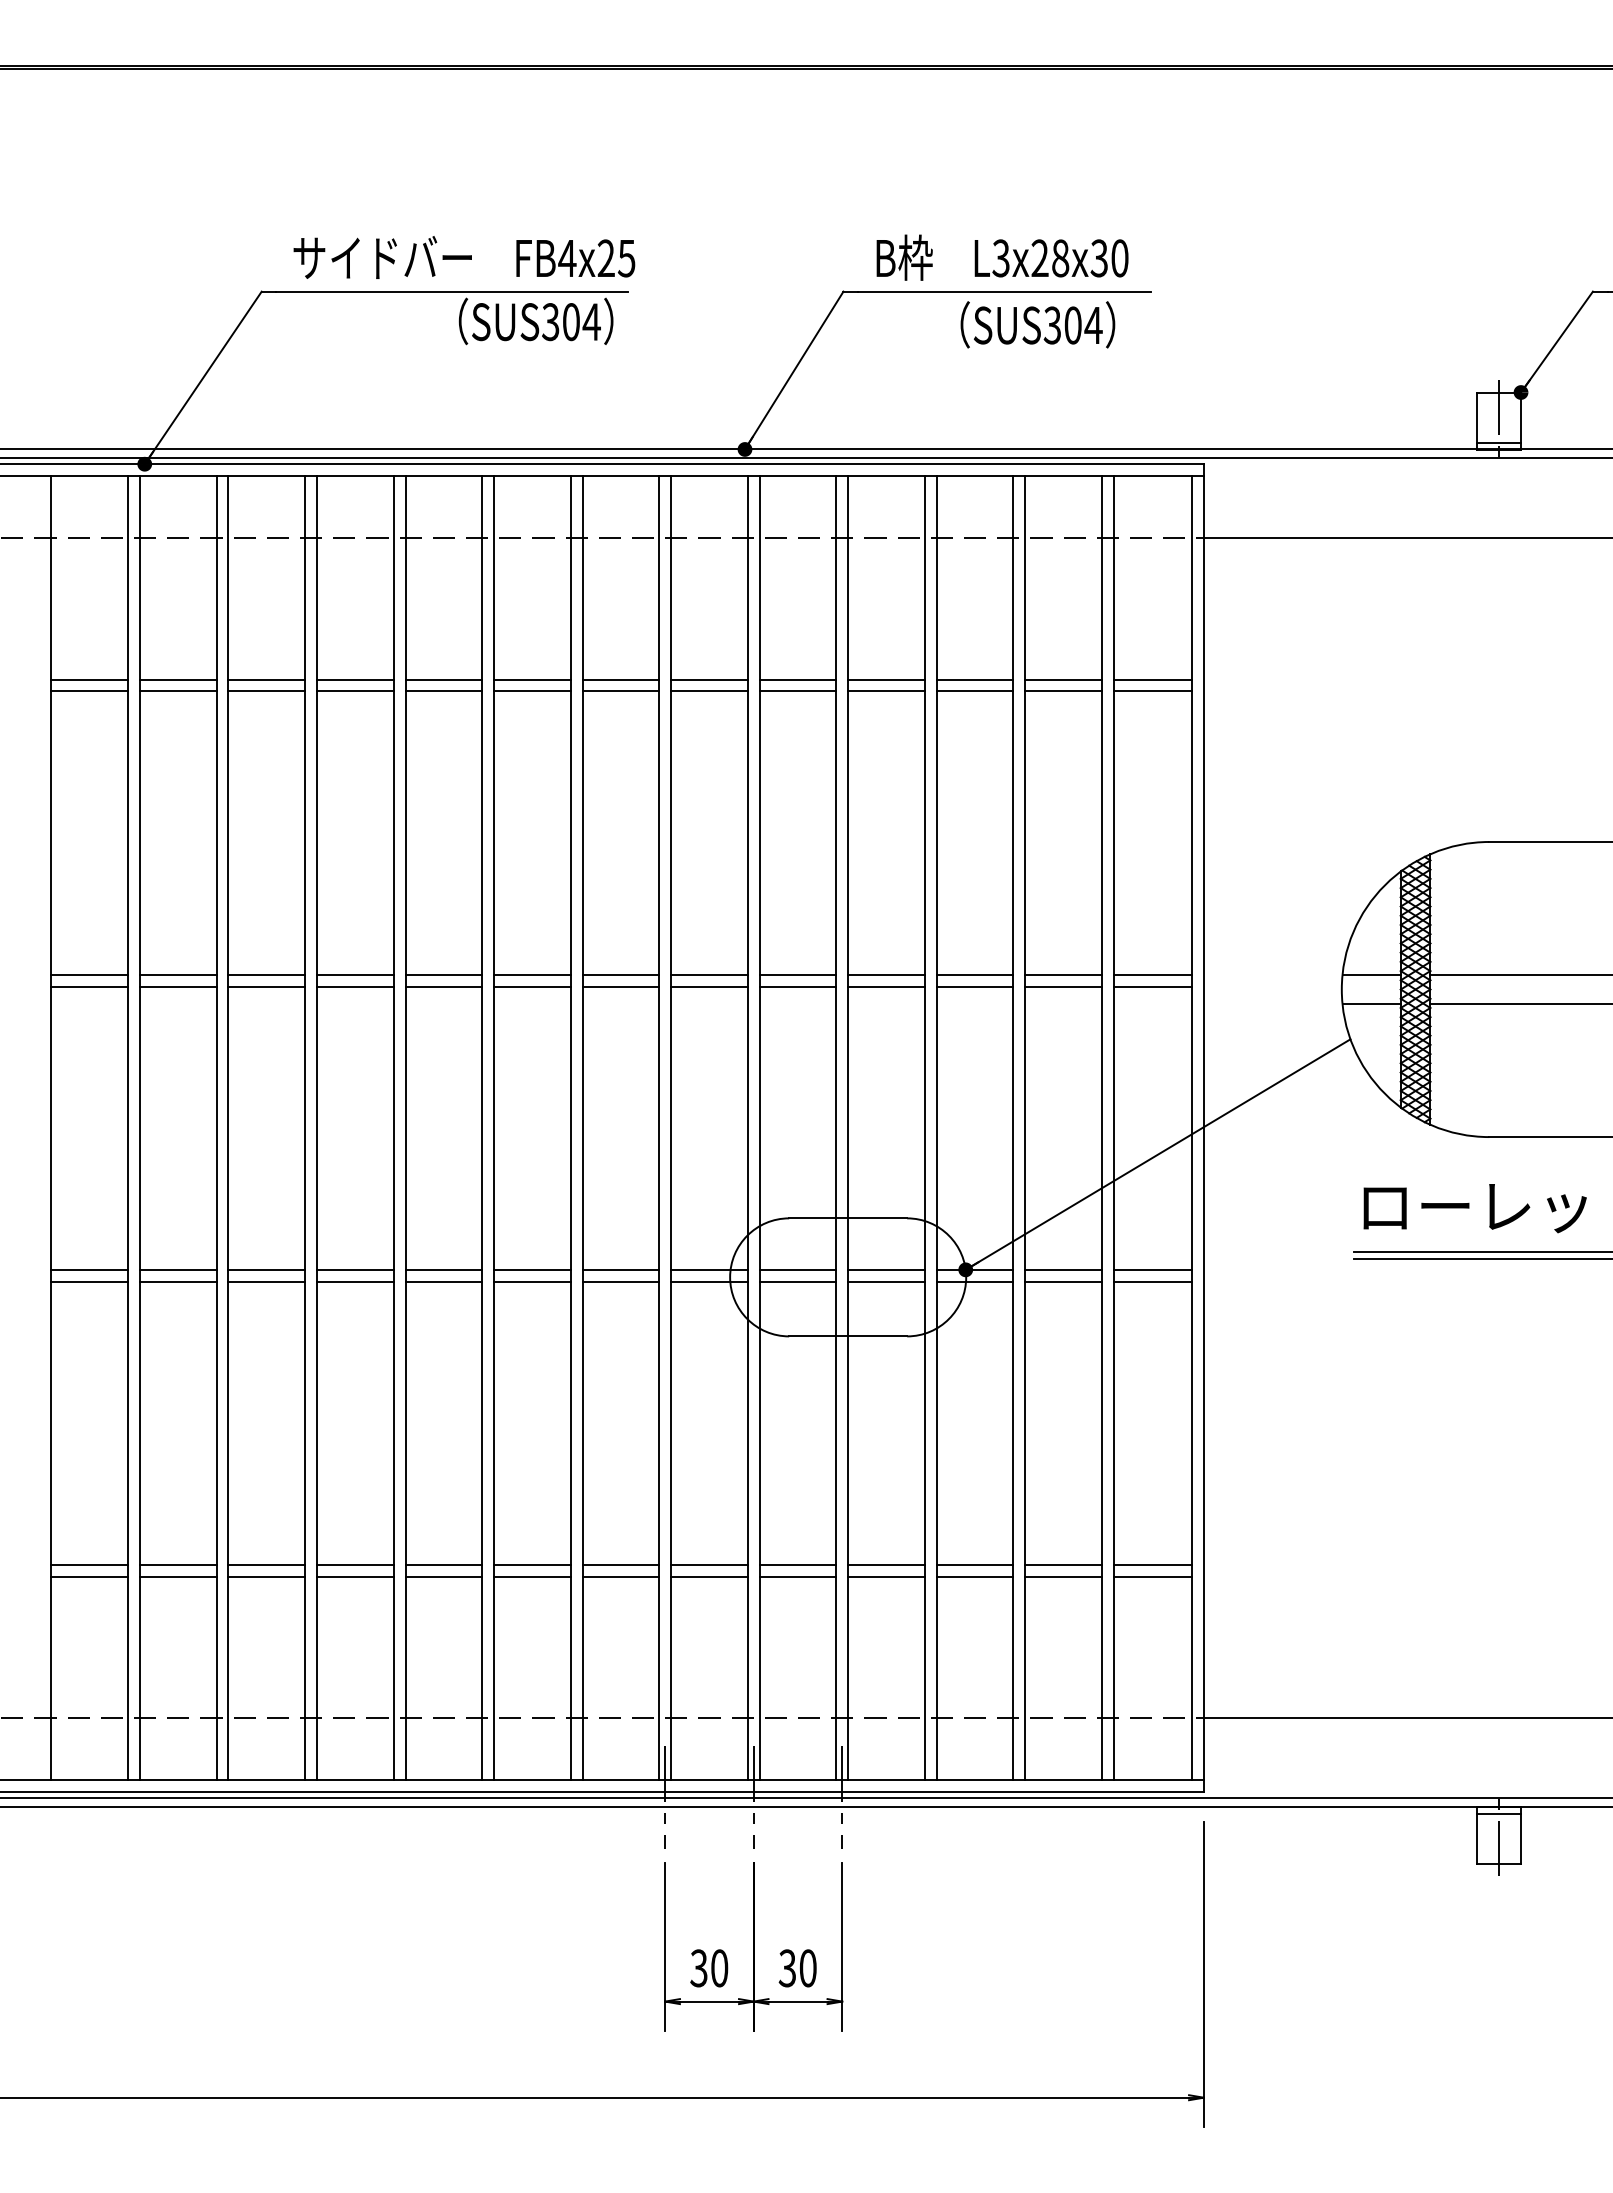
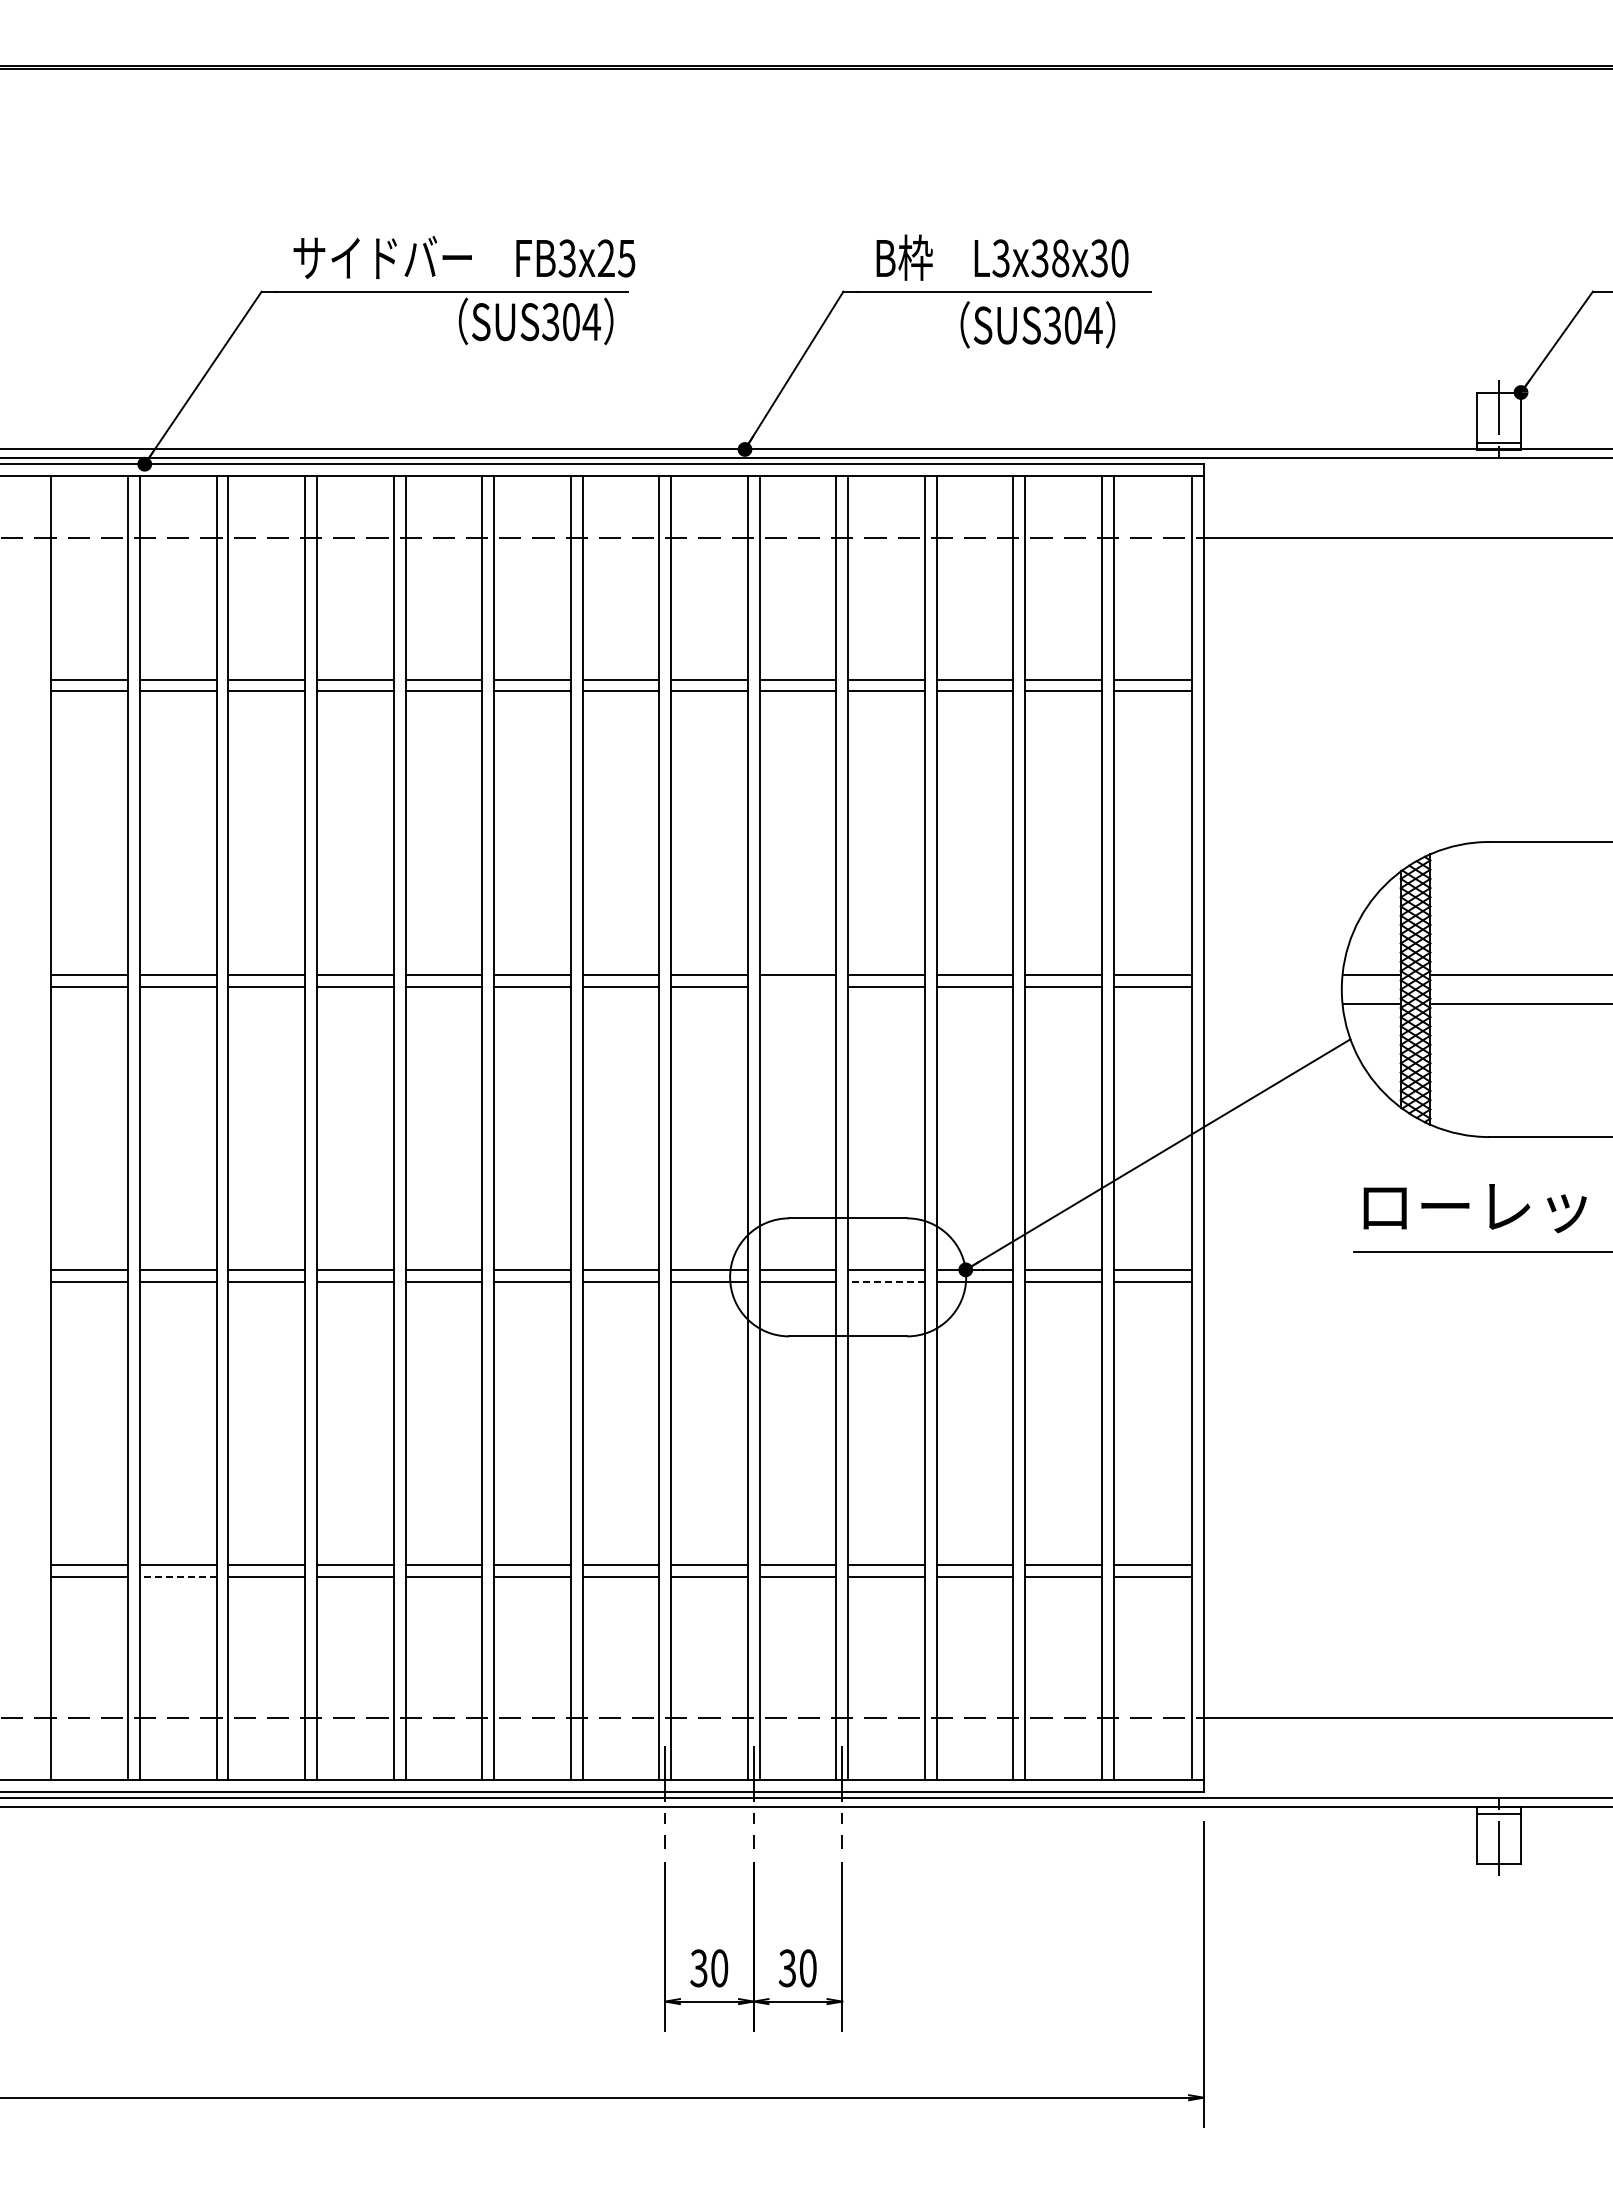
text at (567, 258): FB4x25 -> FB3x25
text at (1039, 258): L3x28x30 -> L3x38x30
line at (797, 986): present -> none
line at (1481, 1259): present -> none
line at (886, 1281): solid -> dashed
line at (177, 1576): solid -> dashed
